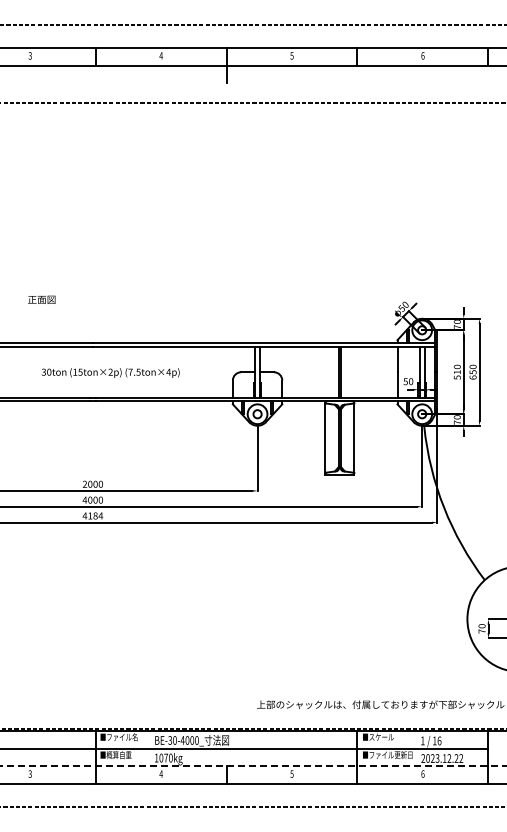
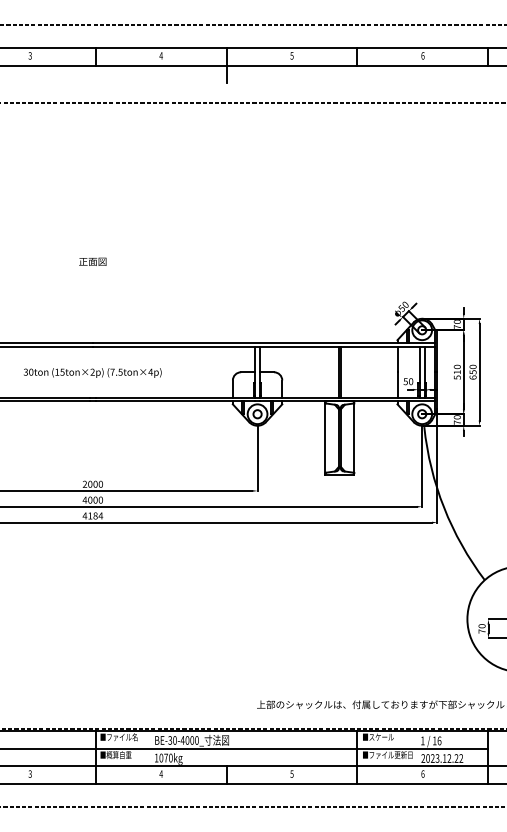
text at (41, 299) position: (41, 299) -> (92, 261)
text at (110, 372) position: (110, 372) -> (92, 372)
line at (253, 766): dashed -> solid
